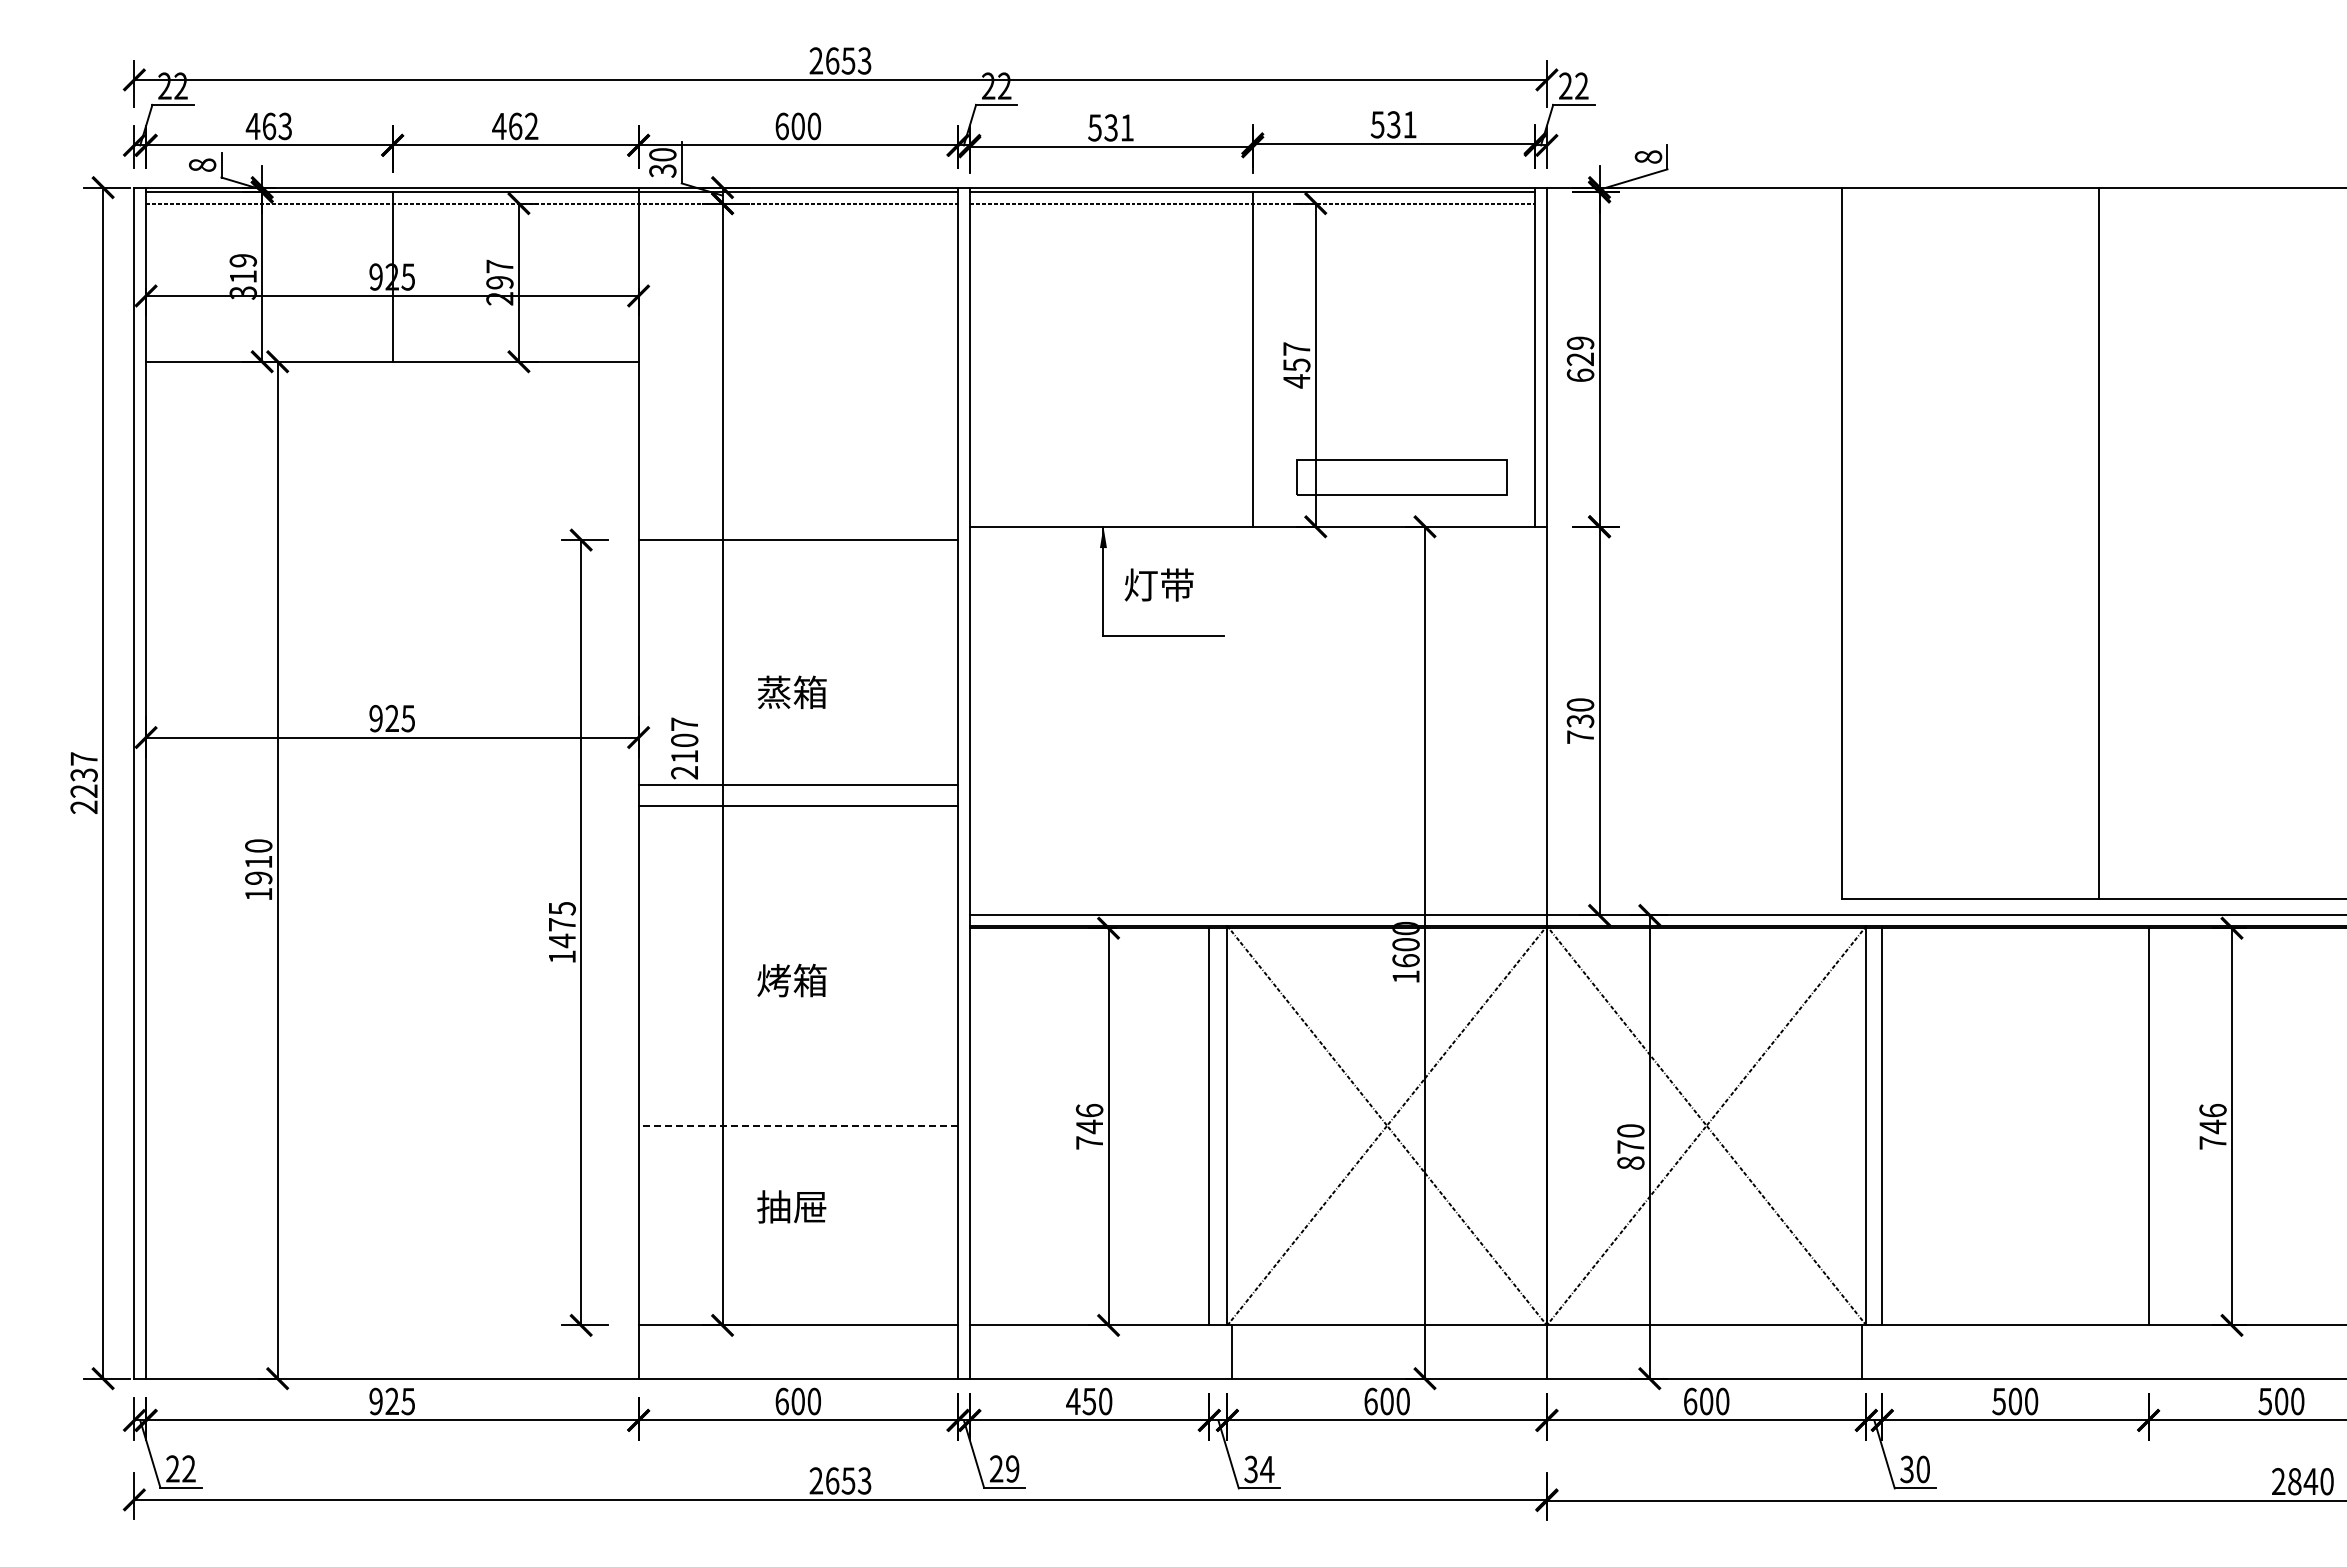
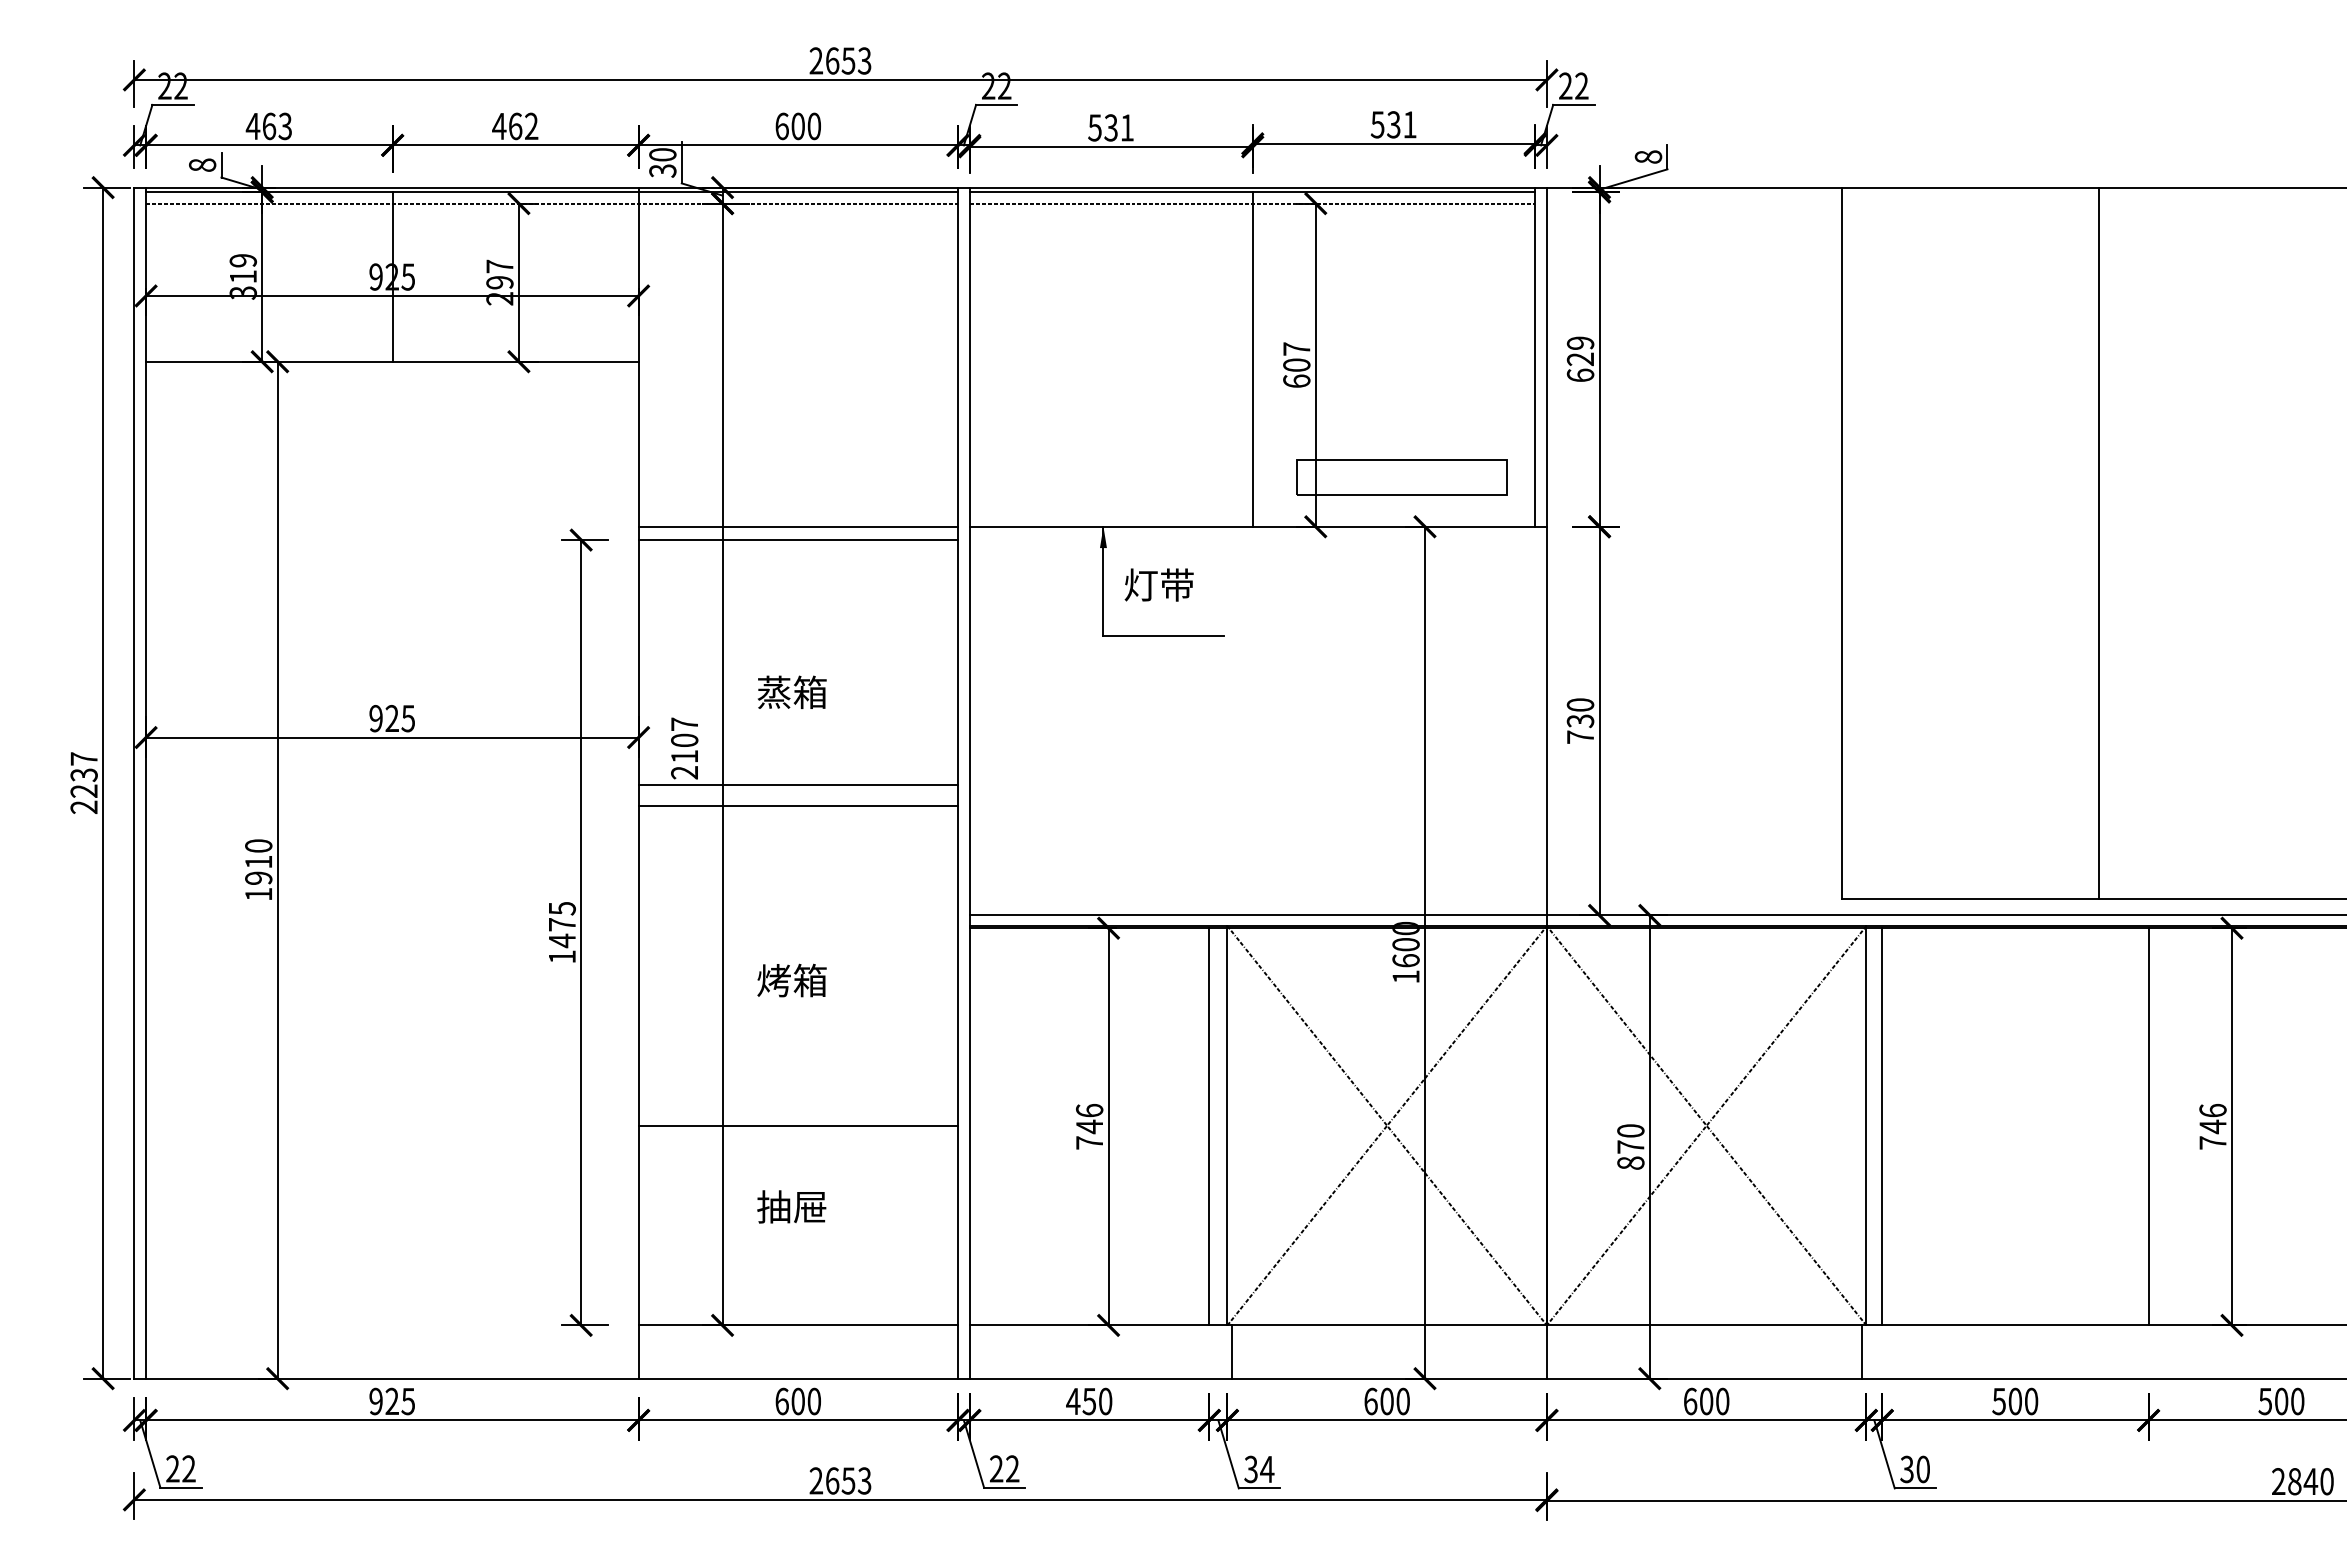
text at (1296, 373): 457 -> 607
line at (798, 526): none -> present
line at (798, 1125): dashed -> solid
text at (1012, 1468): 29 -> 22
